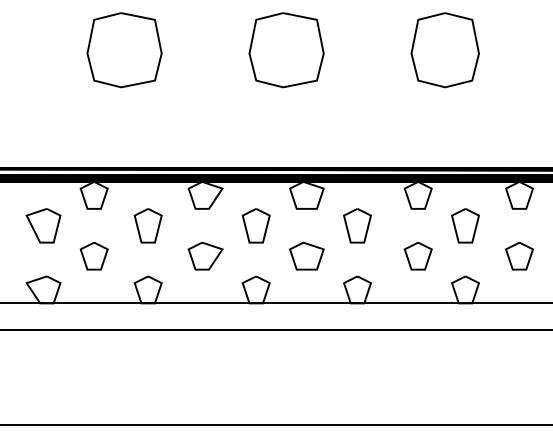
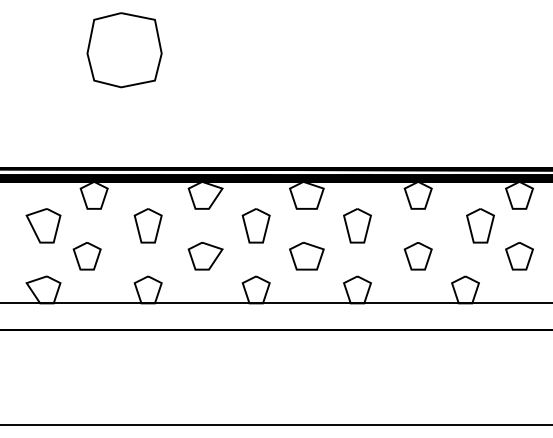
part at (286, 50): present -> none
part at (444, 50): present -> none
part at (465, 225) position: (465, 225) -> (480, 225)
part at (93, 256) position: (93, 256) -> (86, 256)
